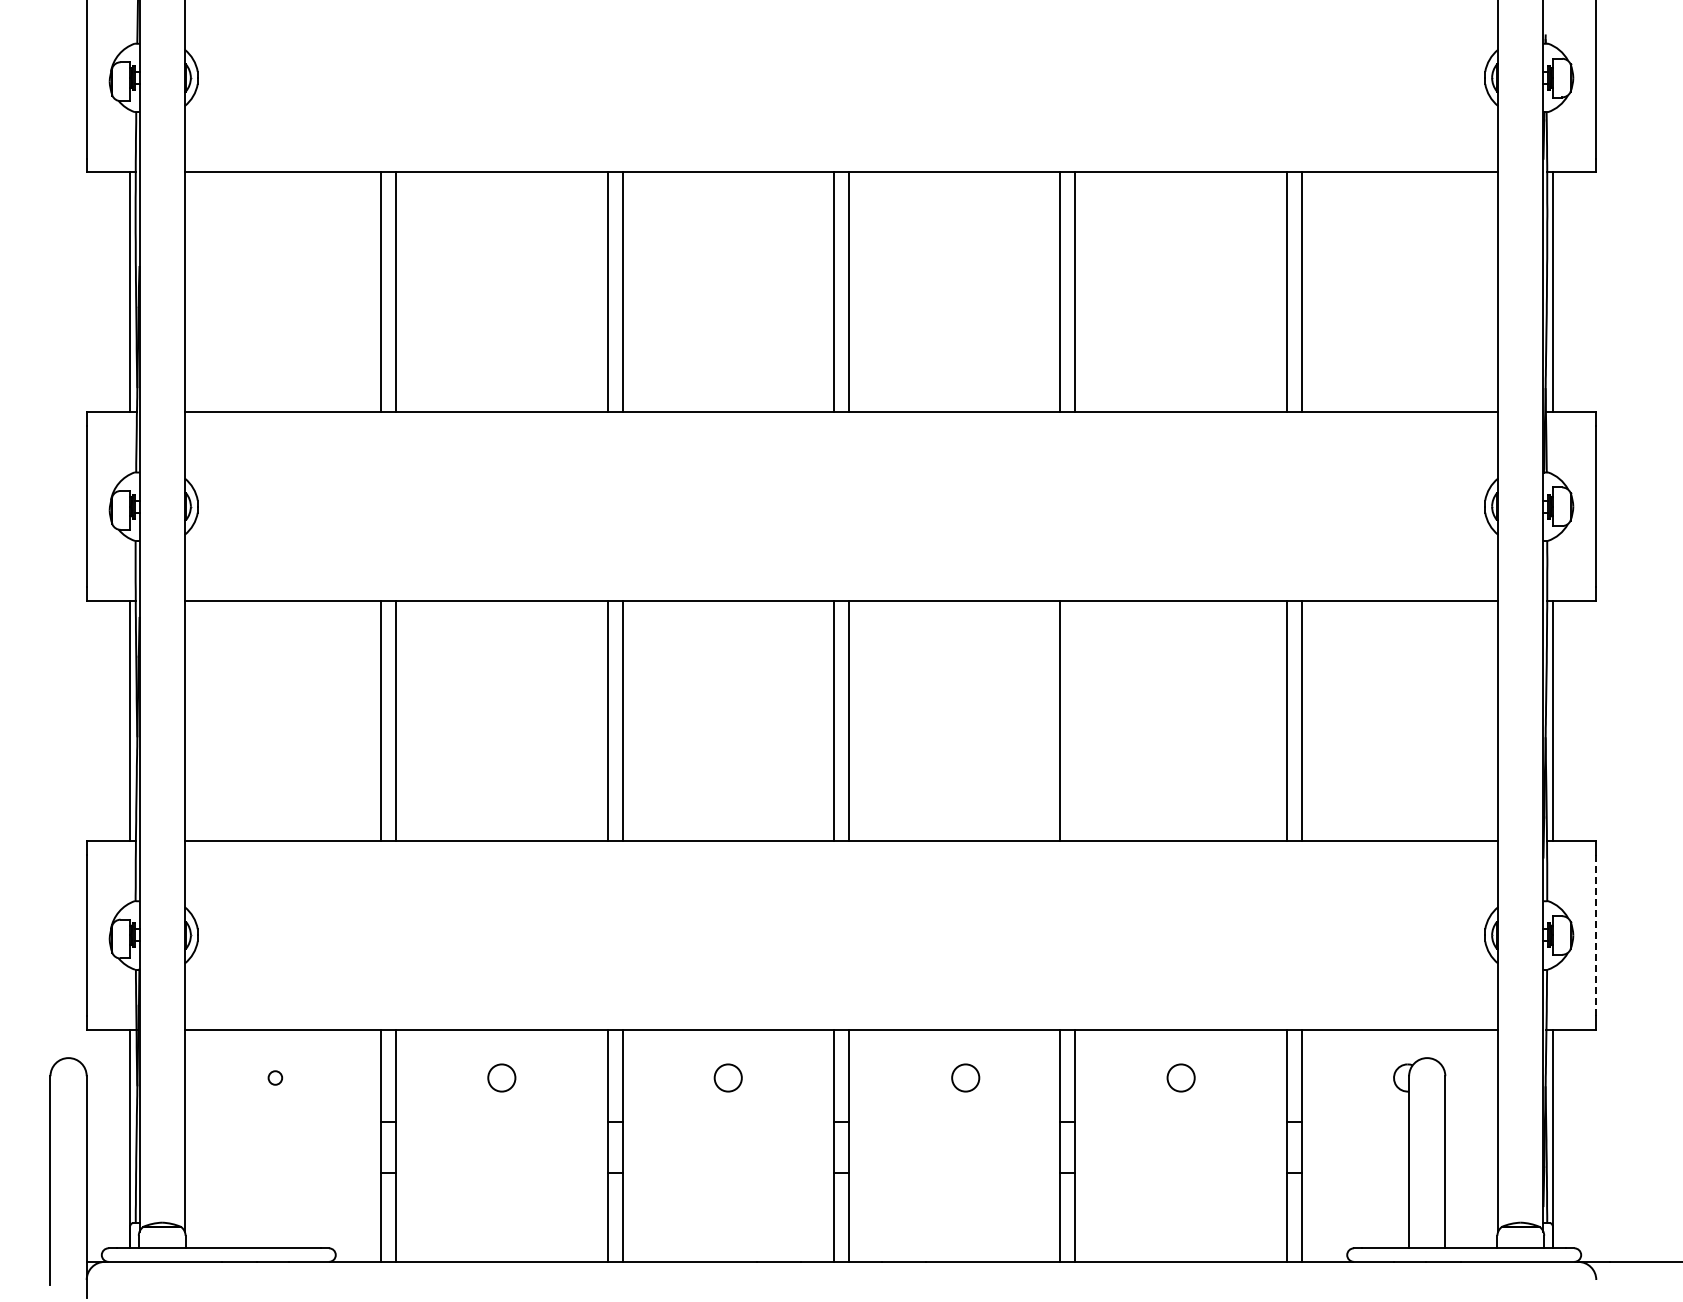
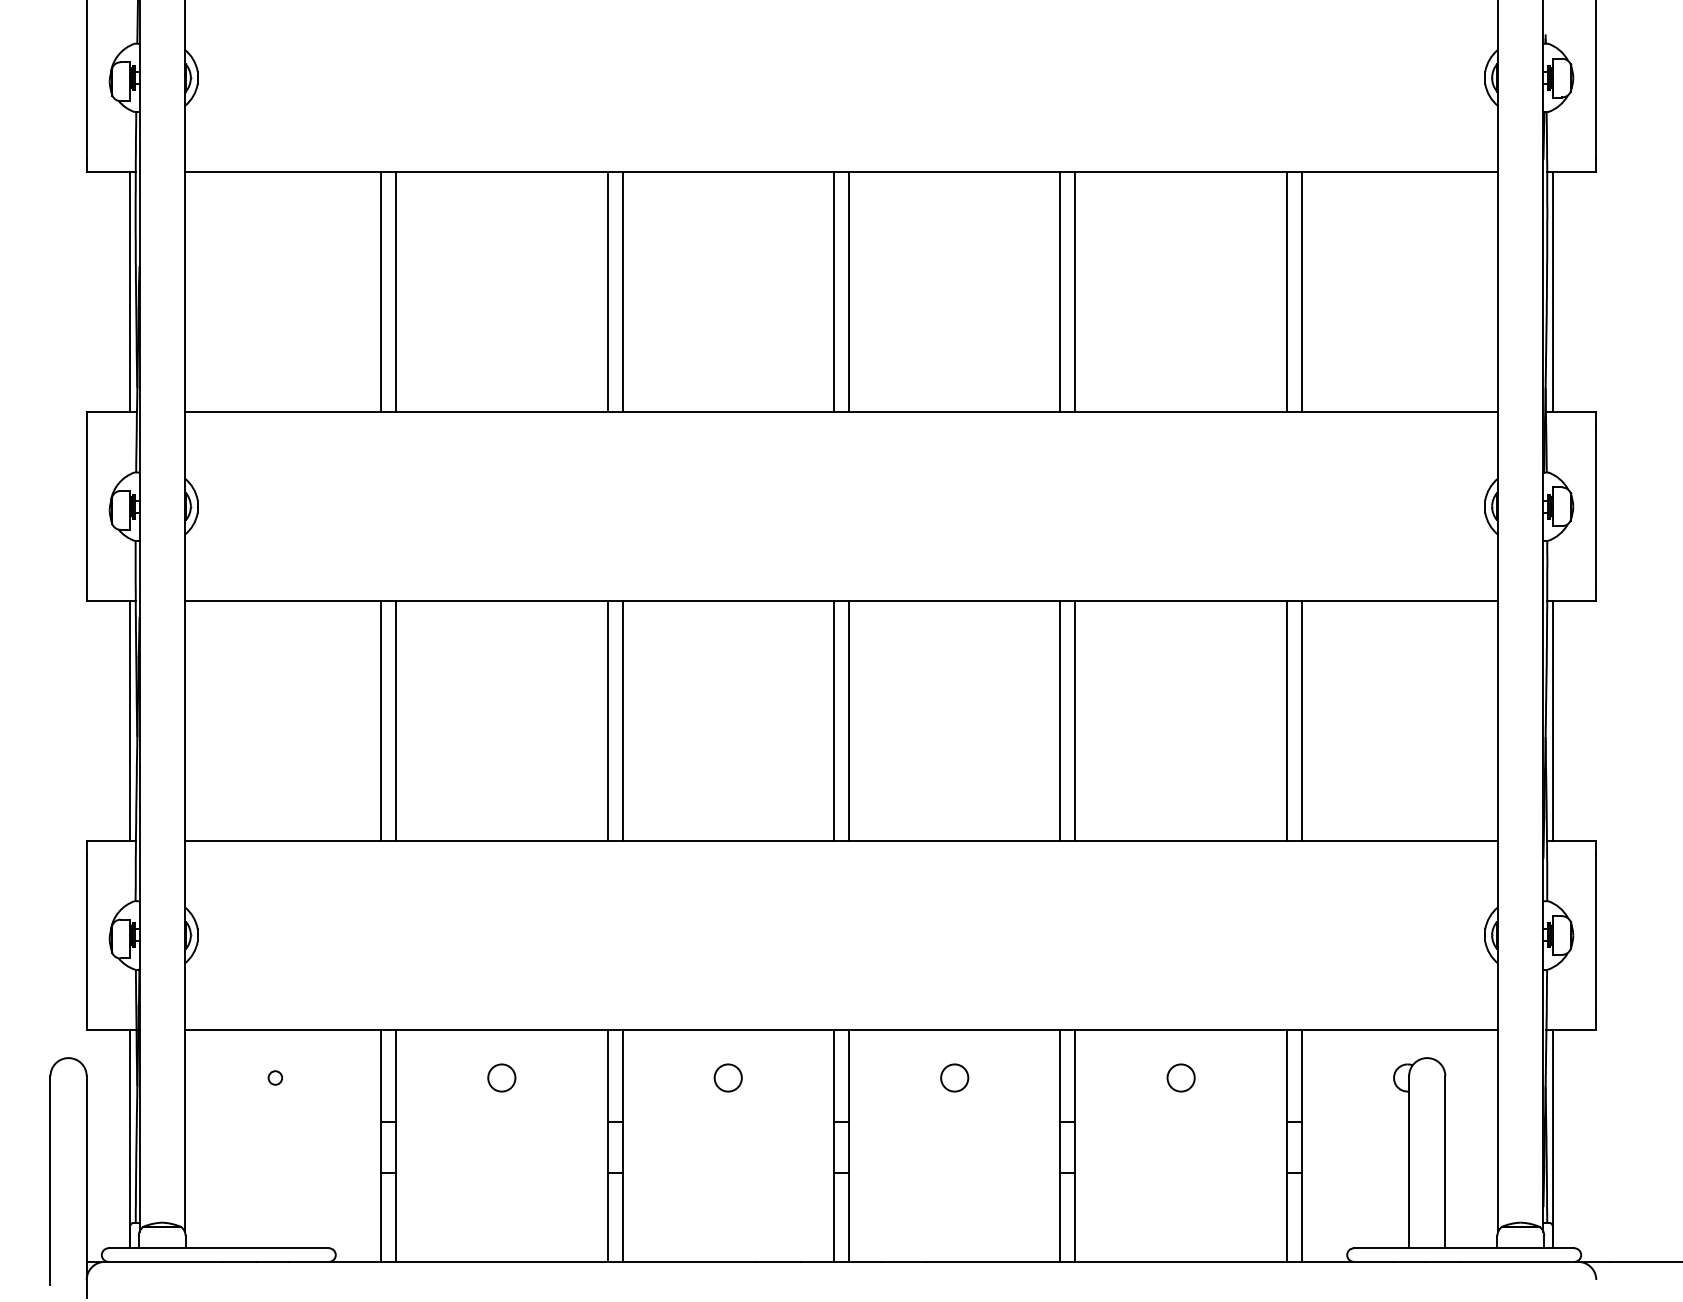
line at (1075, 720): none -> present
line at (1596, 935): dashed -> solid
circle at (965, 1077) position: (965, 1077) -> (954, 1077)
